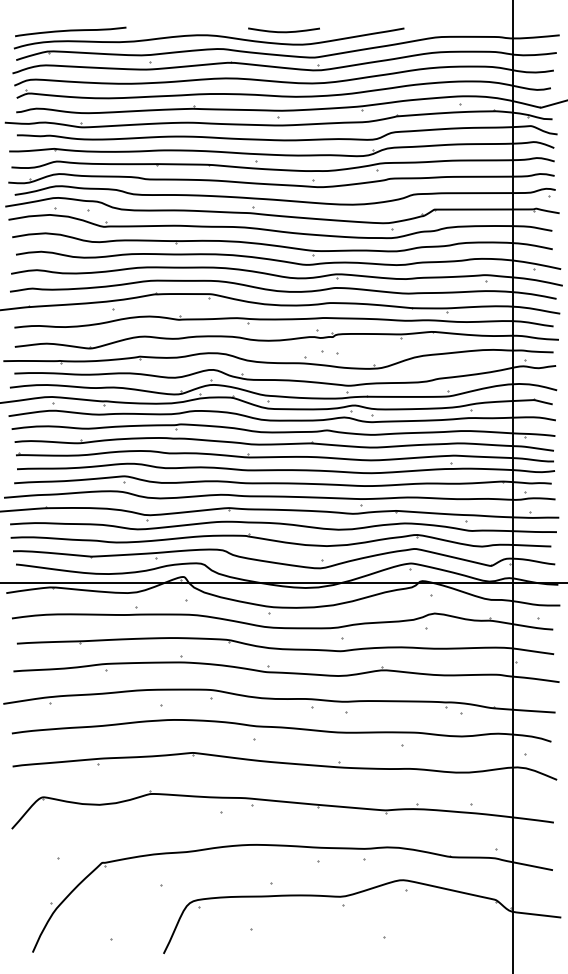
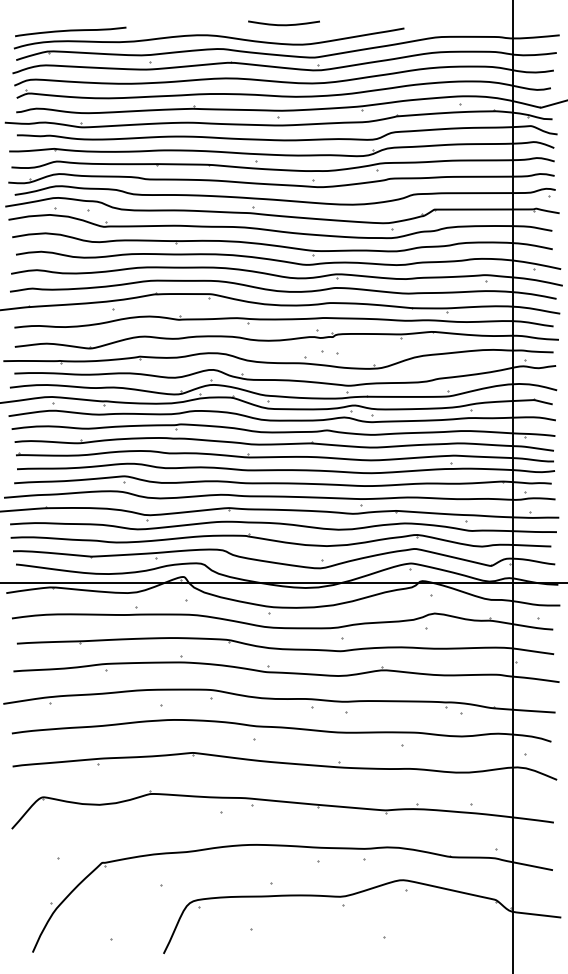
curve at (283, 31) position: (283, 31) -> (283, 24)
